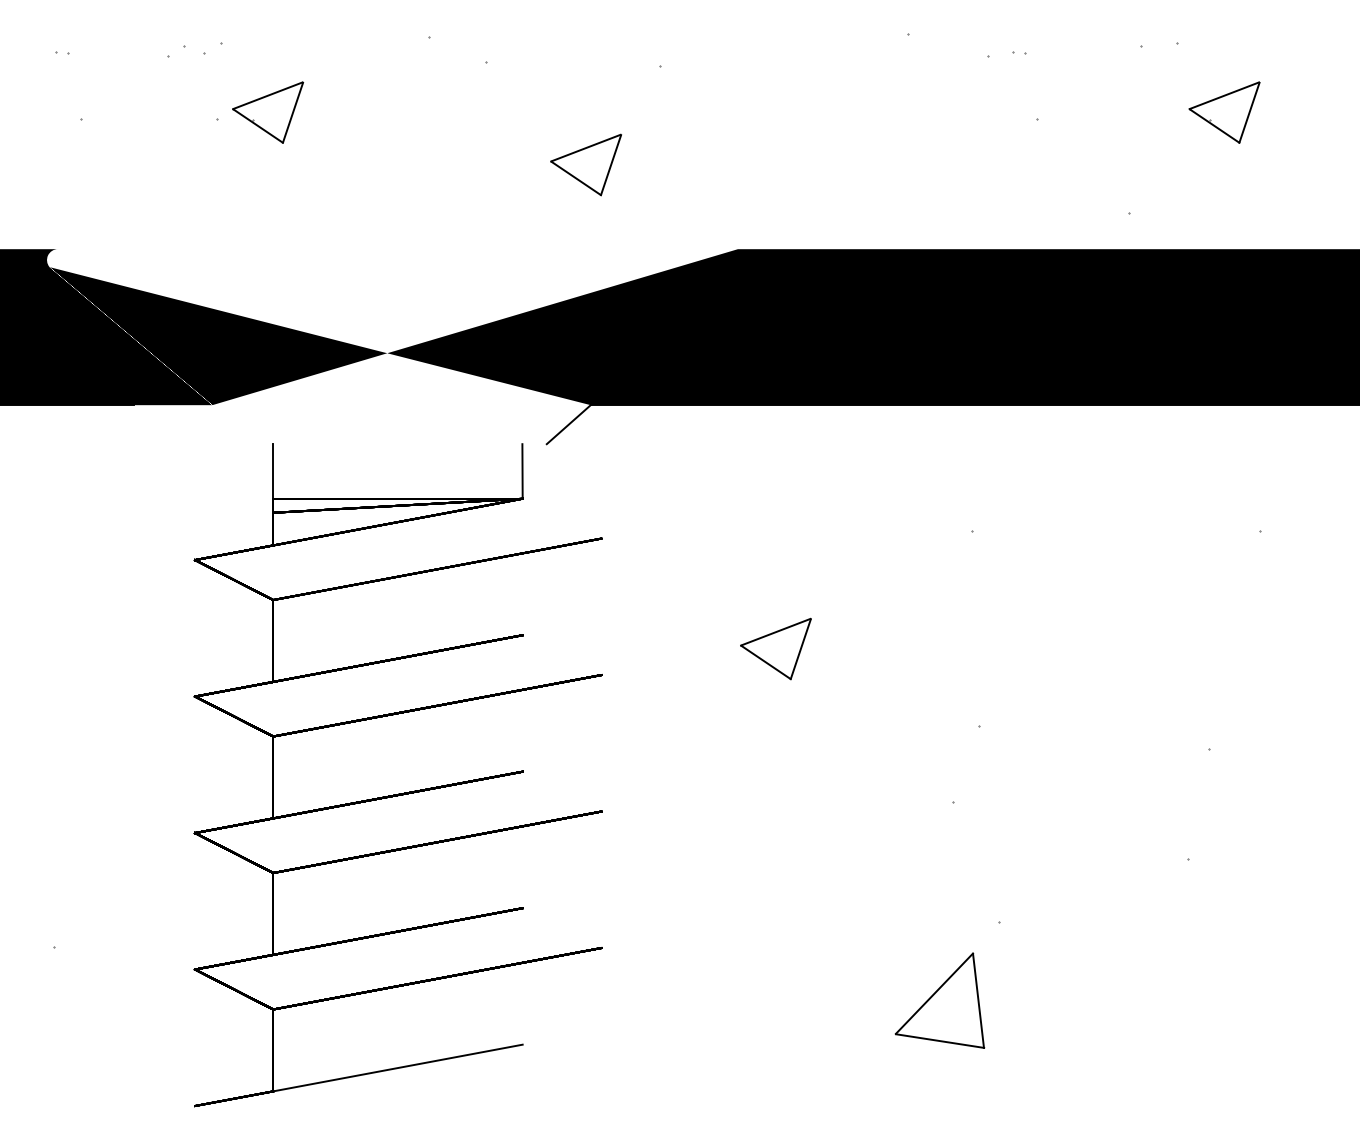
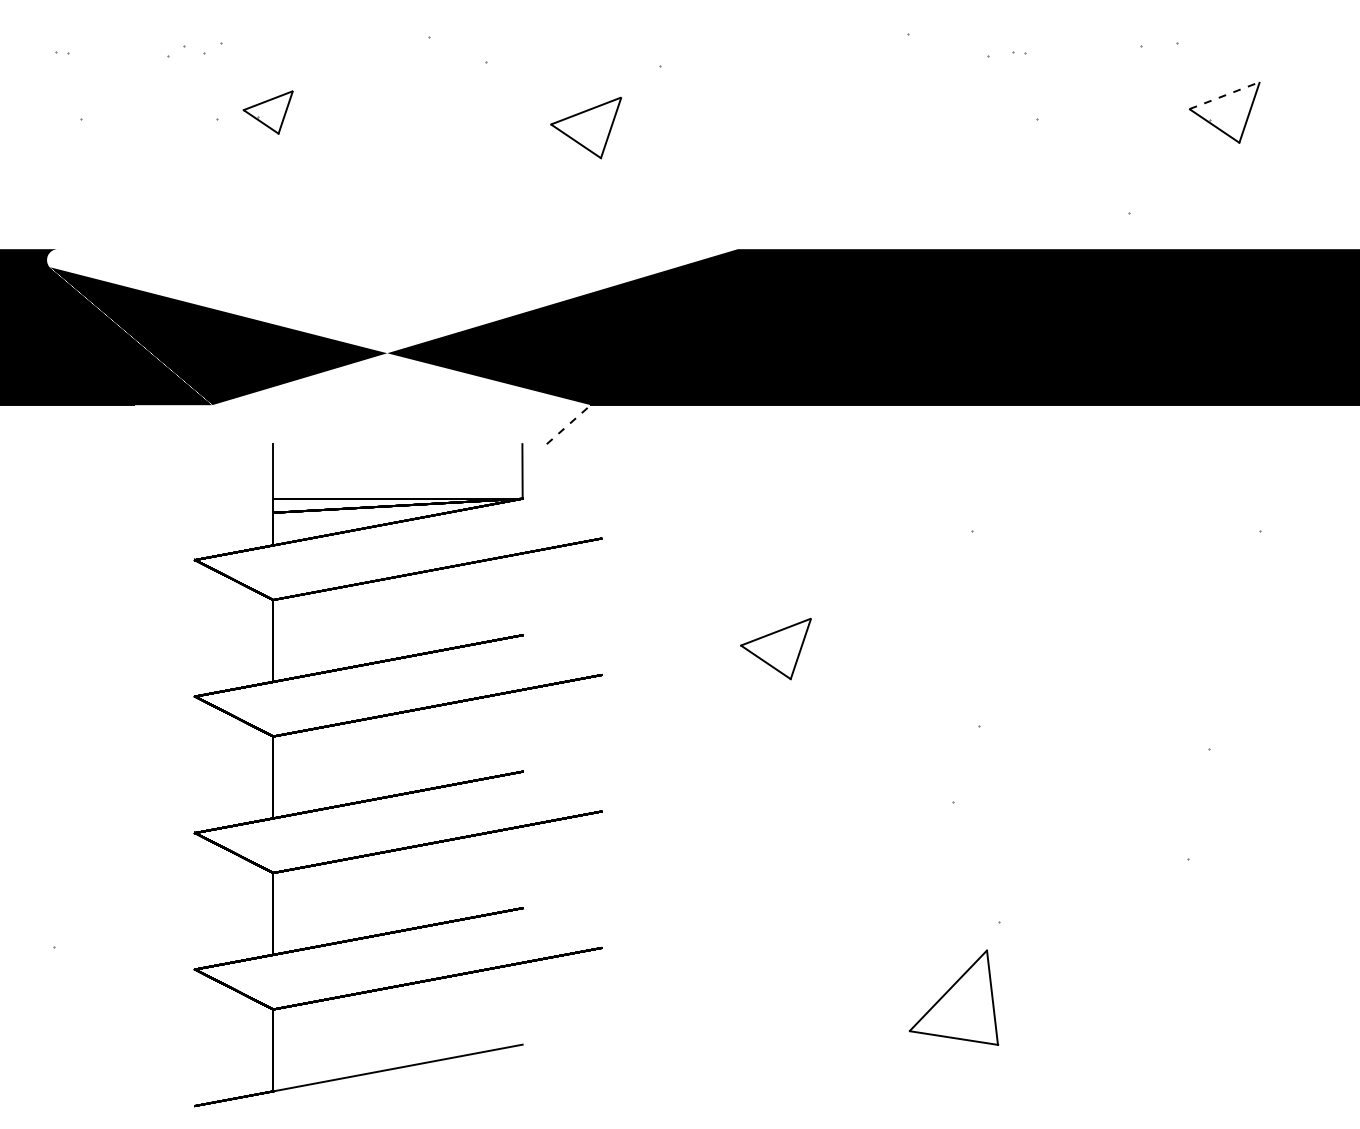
line at (1224, 95): solid -> dashed
part at (268, 112) size: 73x63 px -> 52x45 px
part at (586, 164) position: (586, 164) -> (586, 127)
line at (569, 424): solid -> dashed
part at (939, 1000) position: (939, 1000) -> (953, 997)
